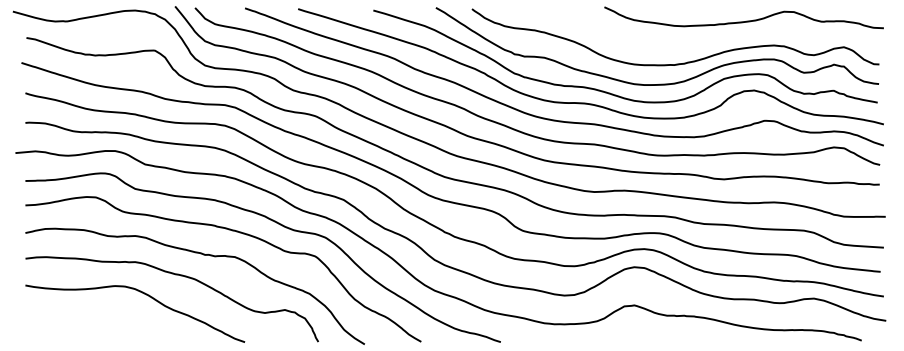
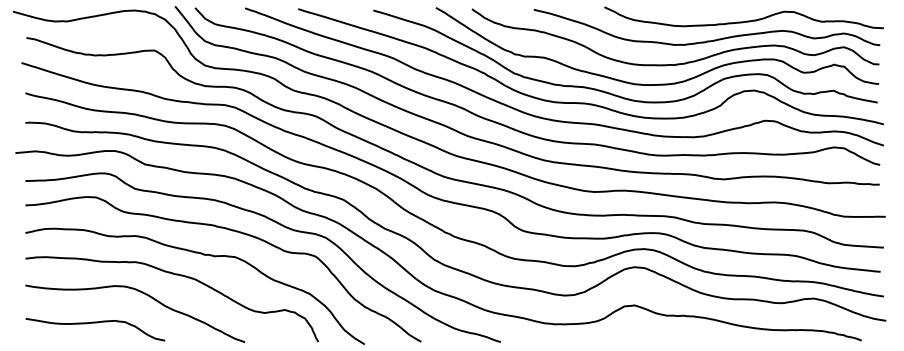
curve at (706, 40): none -> present
curve at (95, 323): none -> present
